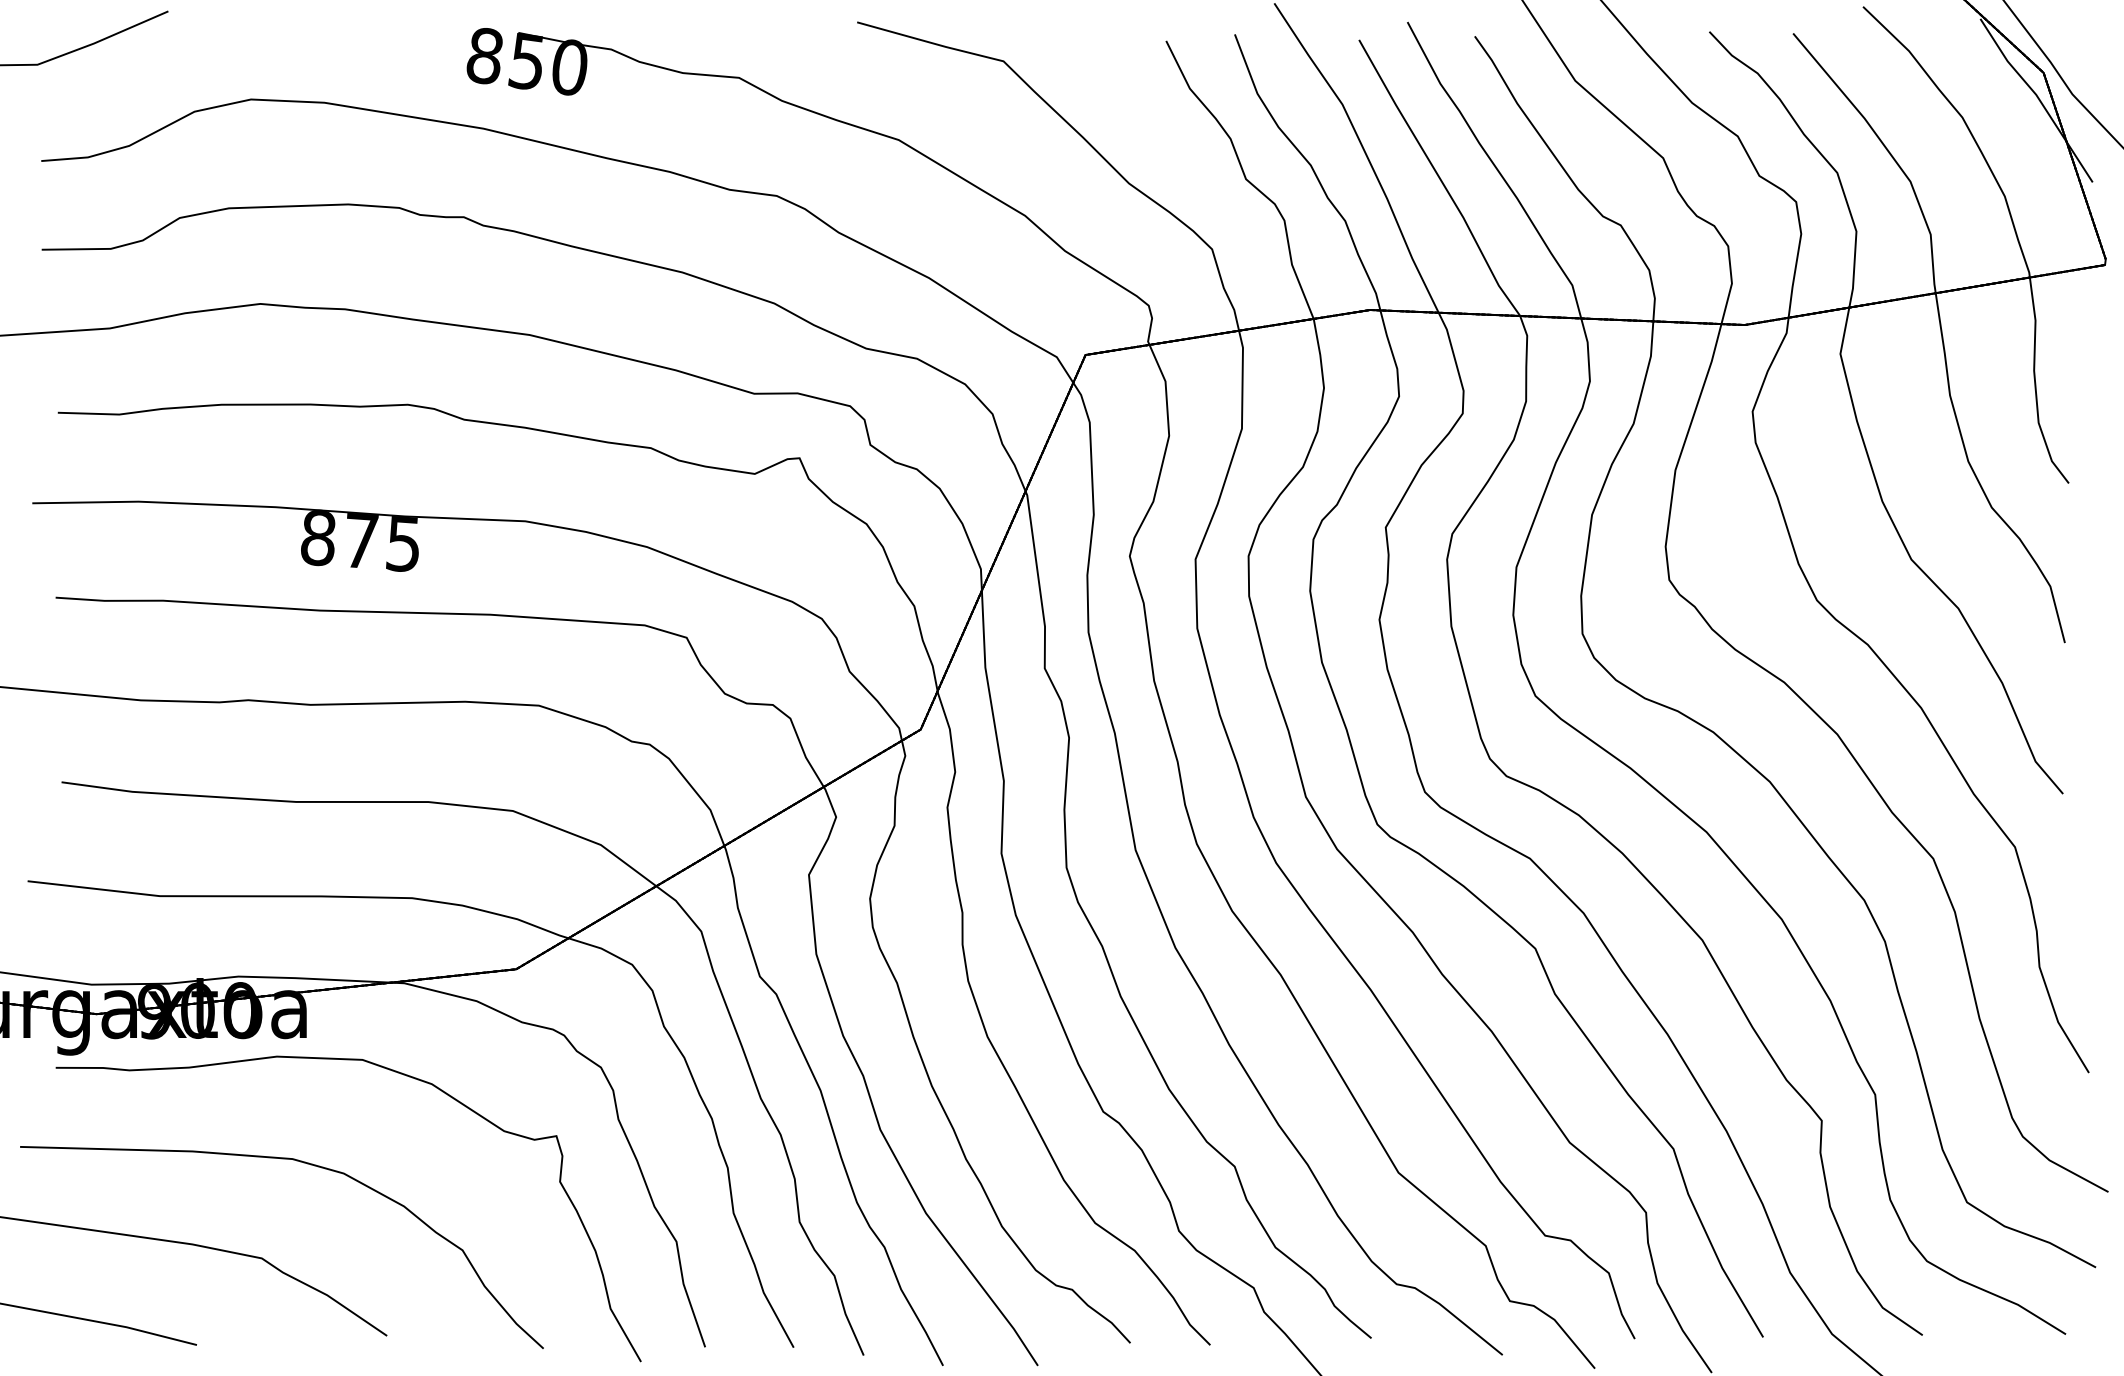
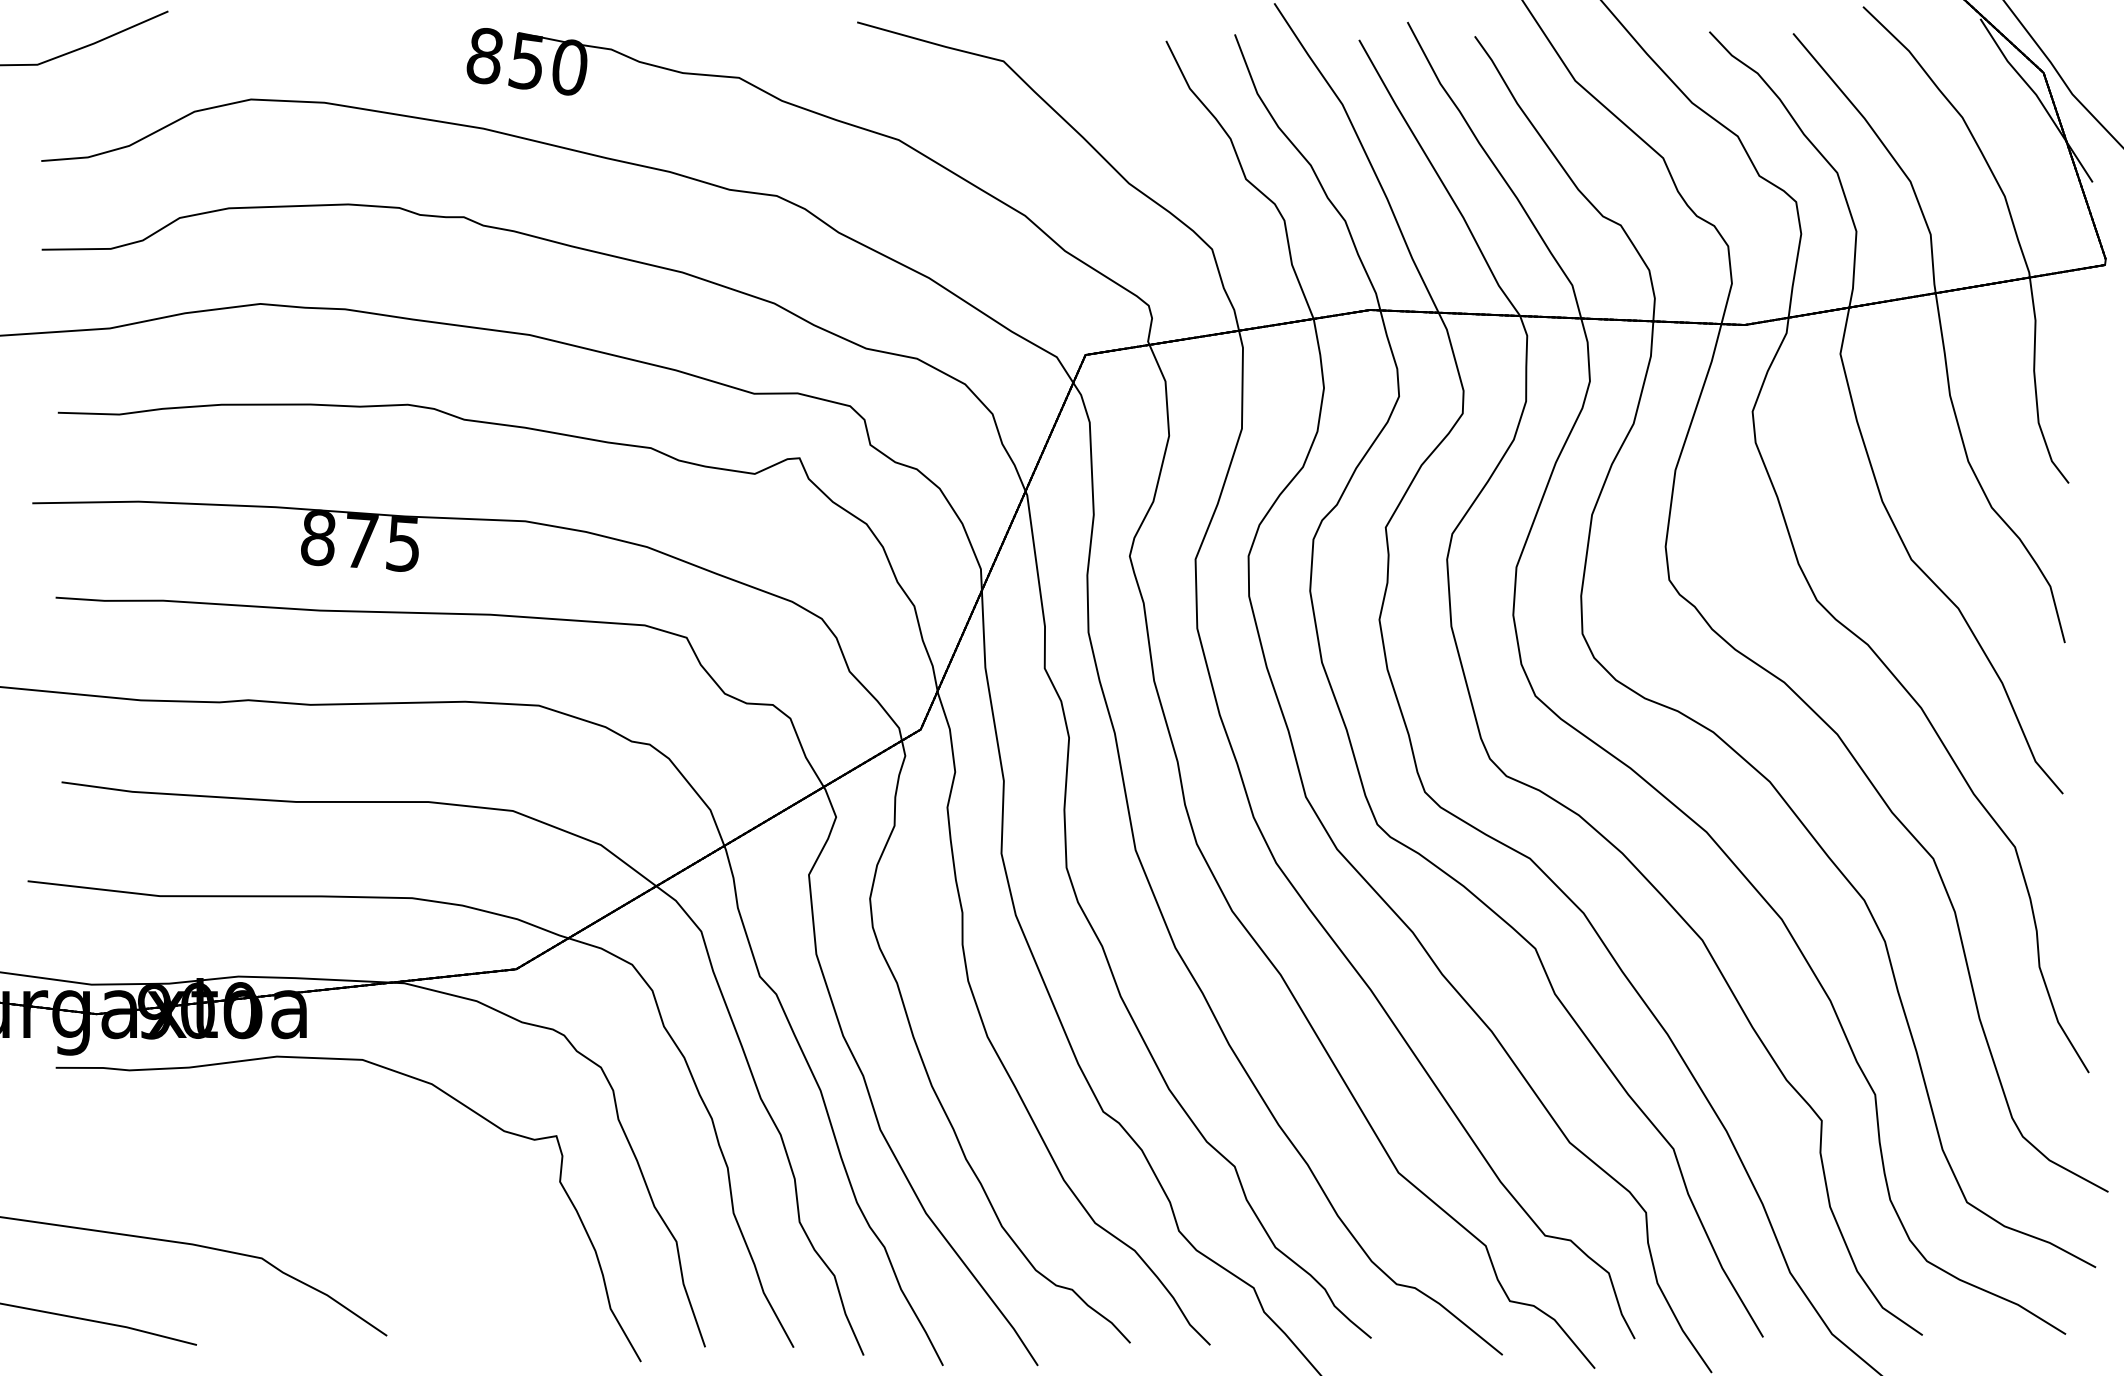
part at (303, 1163): present -> none
